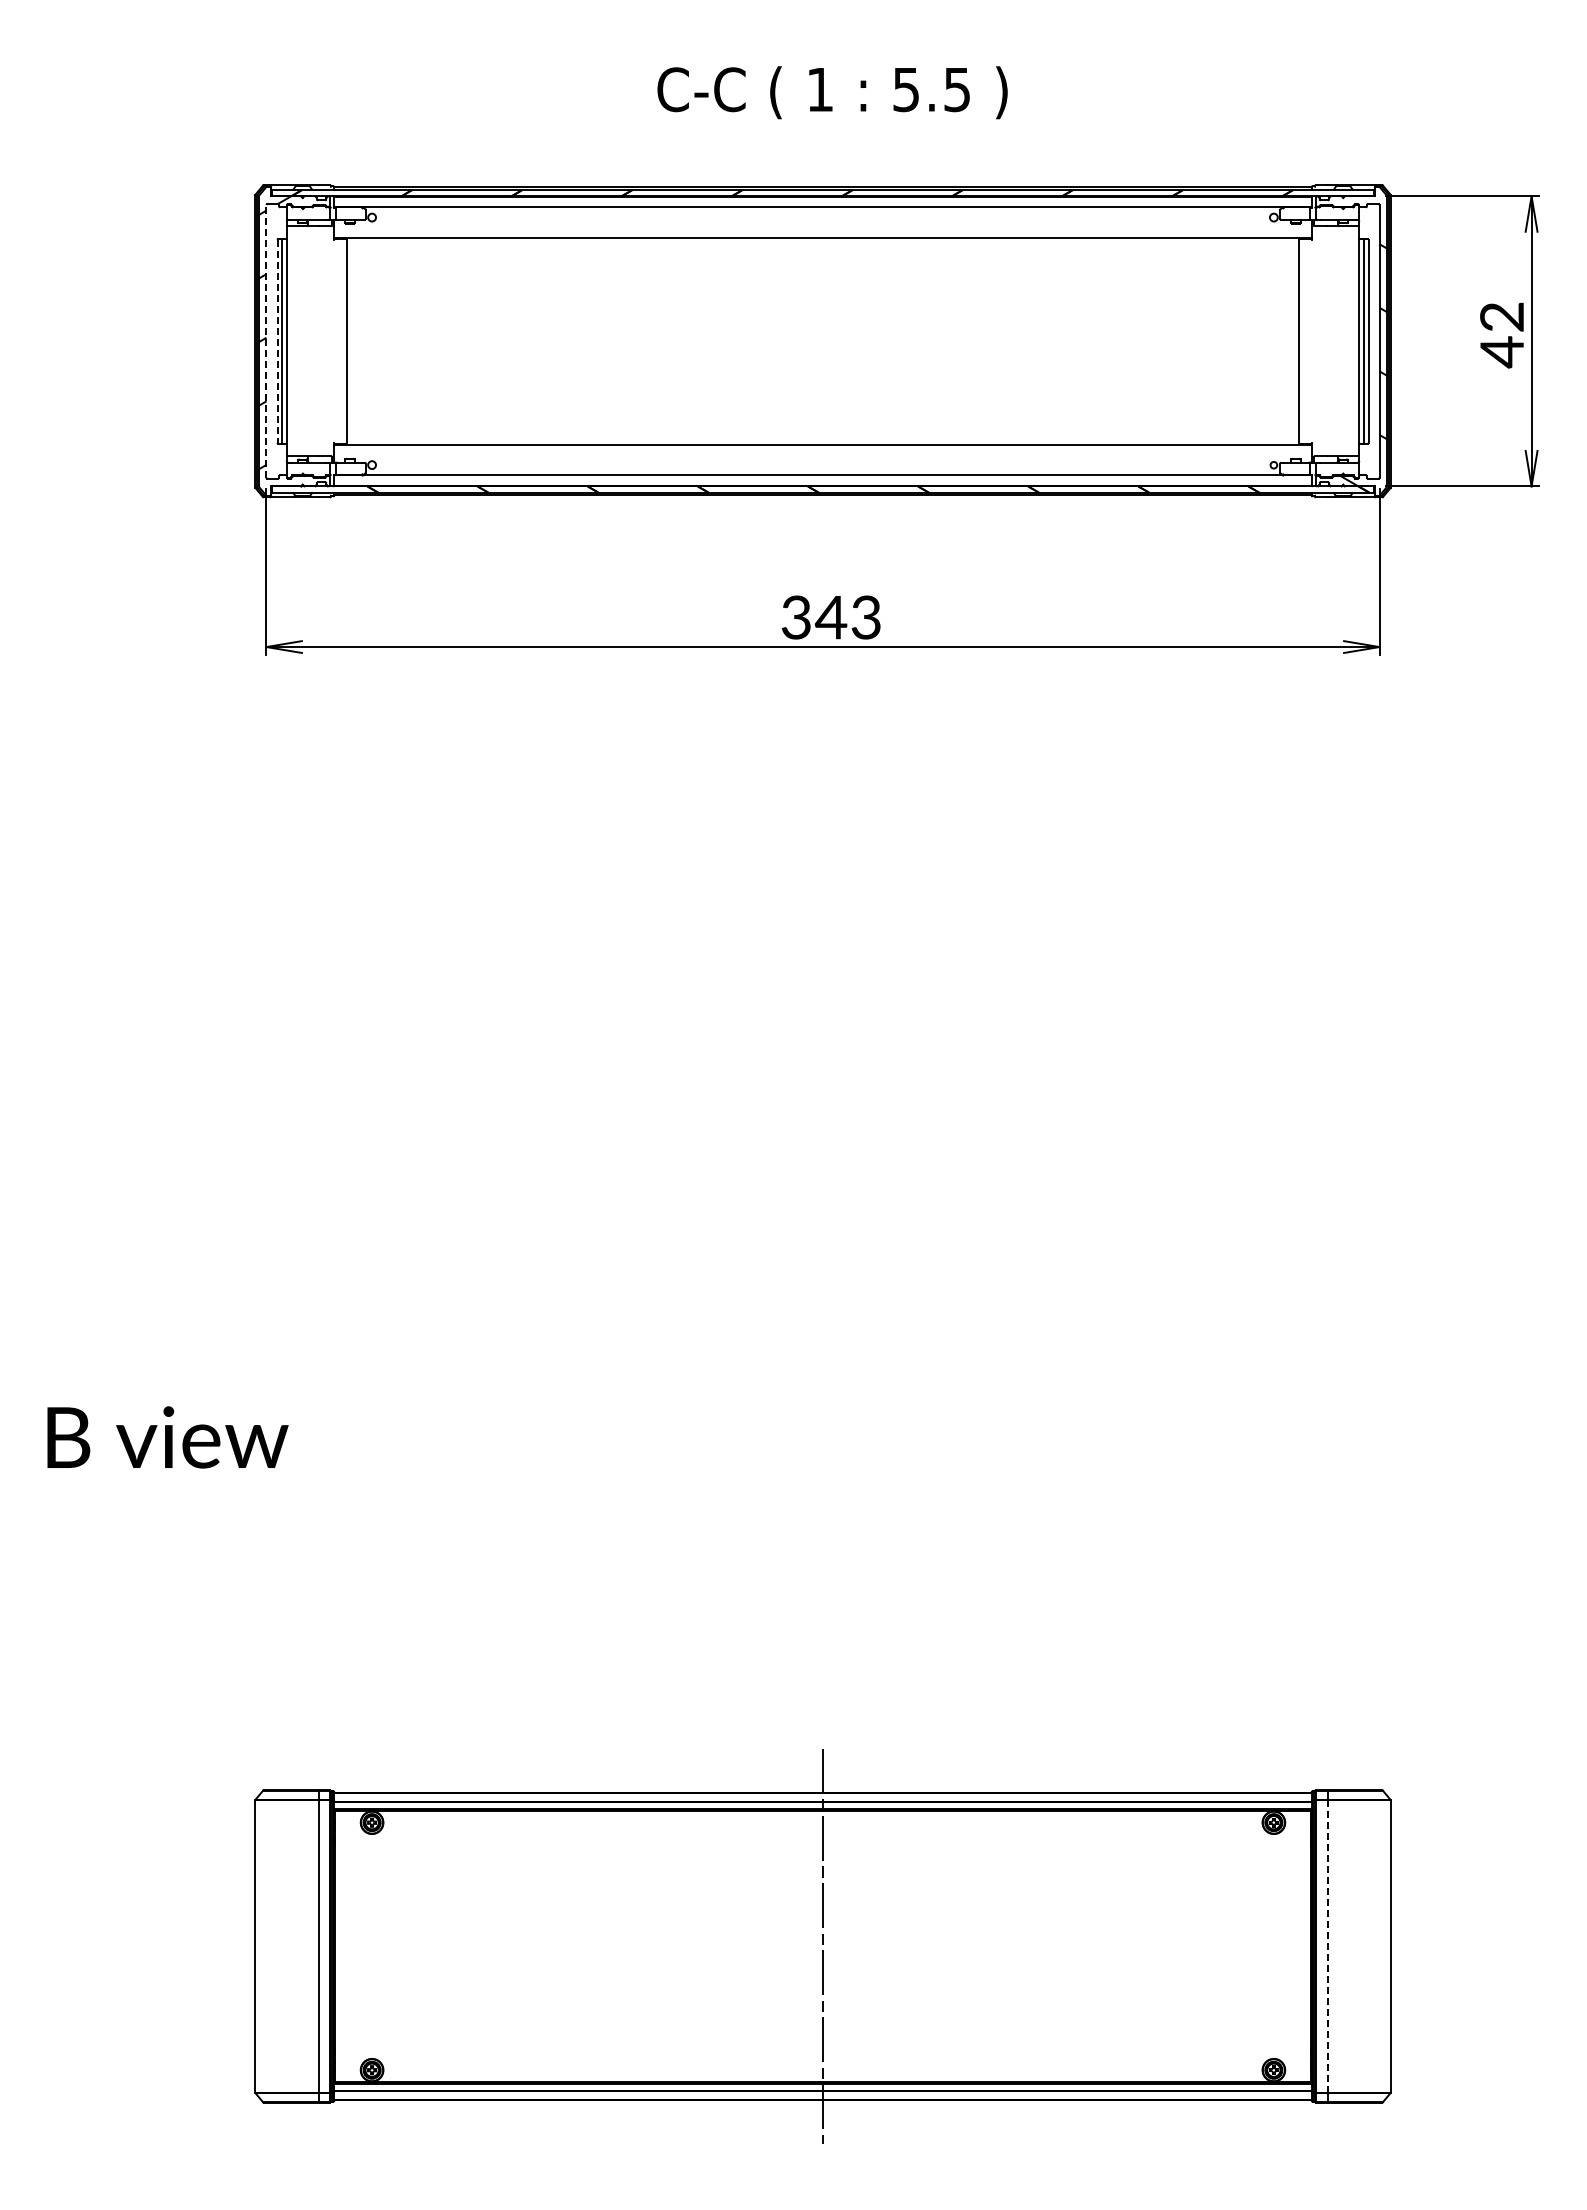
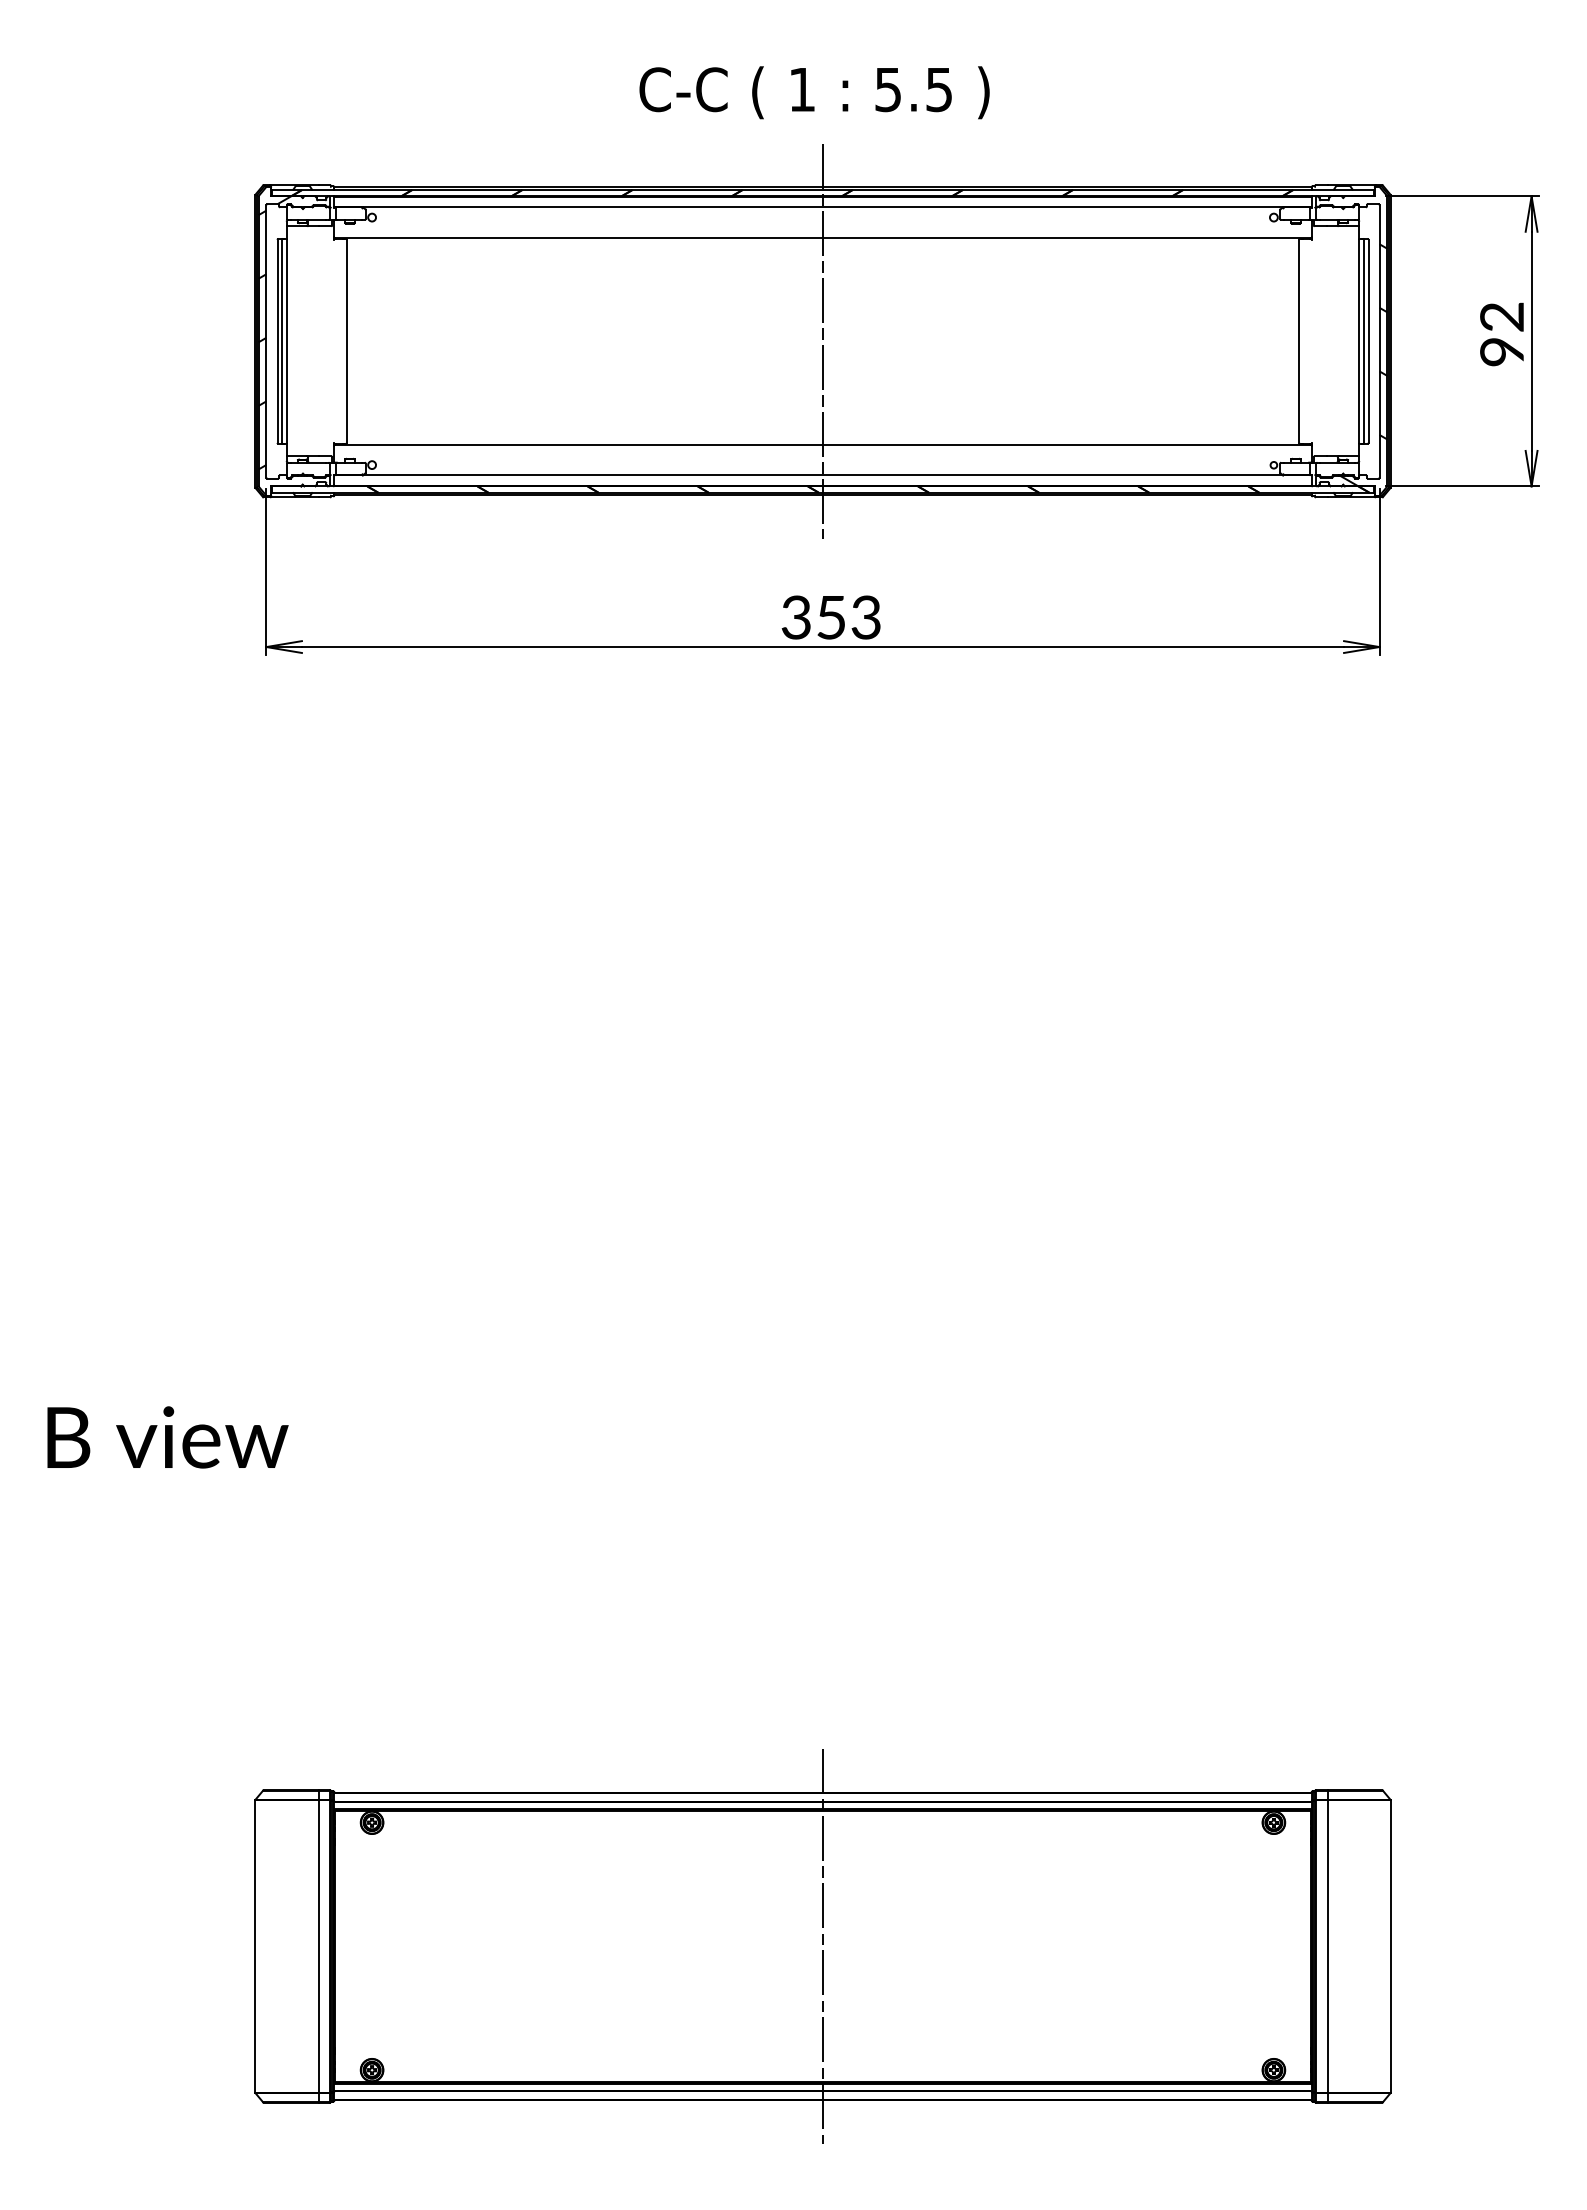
text at (832, 92) position: (832, 92) -> (814, 92)
line at (266, 340): dashed -> solid
line at (277, 341): dashed -> solid
line at (823, 341): none -> present
text at (1501, 352): 42 -> 92
text at (830, 617): 343 -> 353
line at (1327, 1946): dashed -> solid
